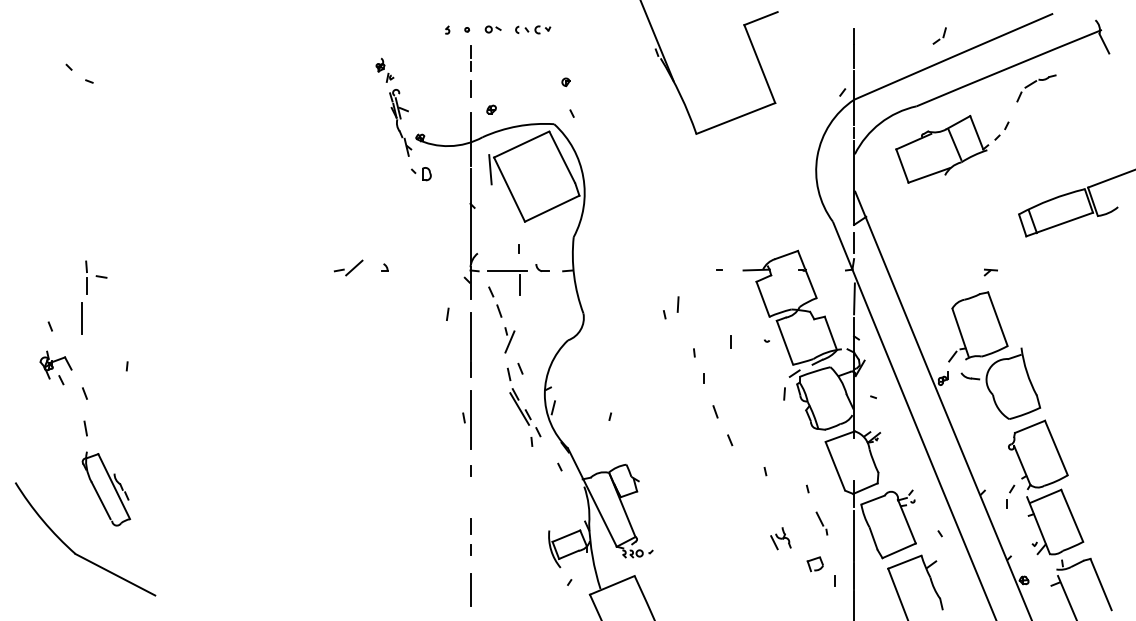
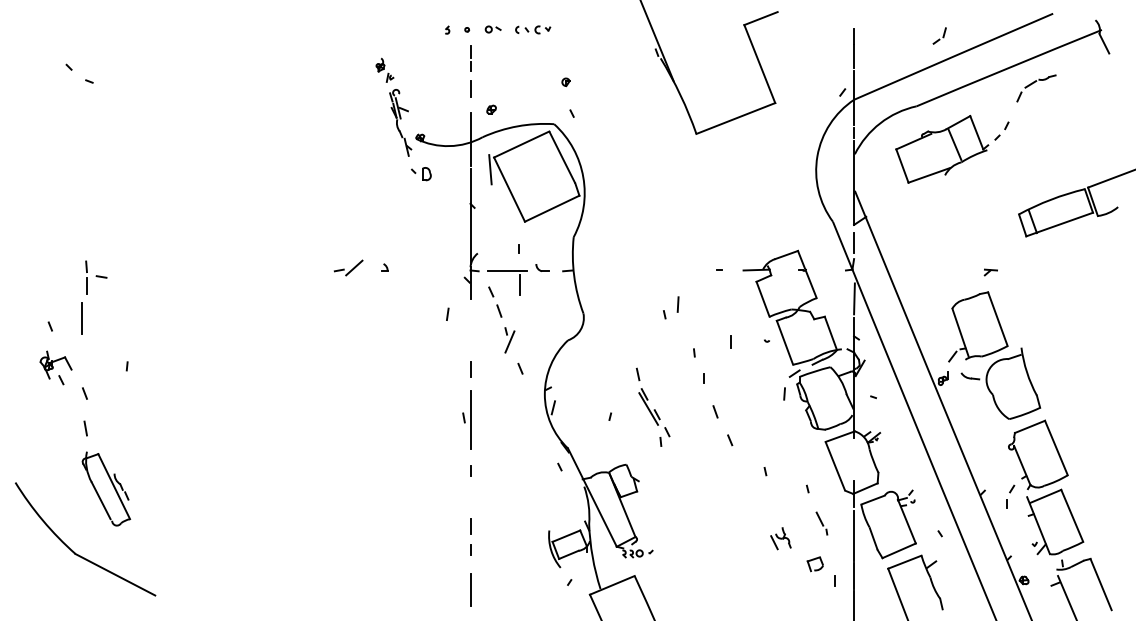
line at (470, 335): present -> none
part at (523, 406) position: (523, 406) -> (652, 406)
